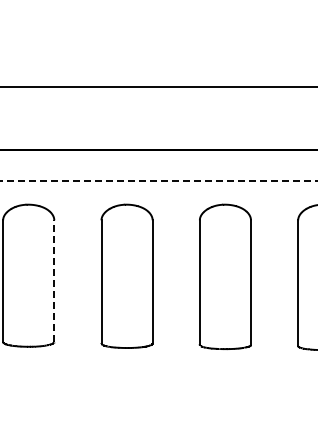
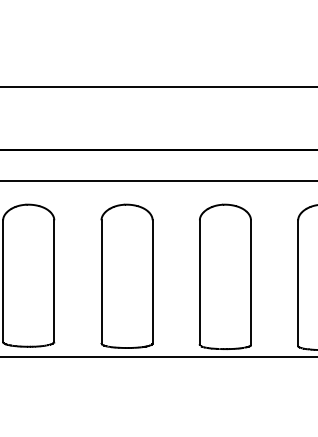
line at (159, 181): dashed -> solid
line at (54, 281): dashed -> solid
line at (158, 356): none -> present
